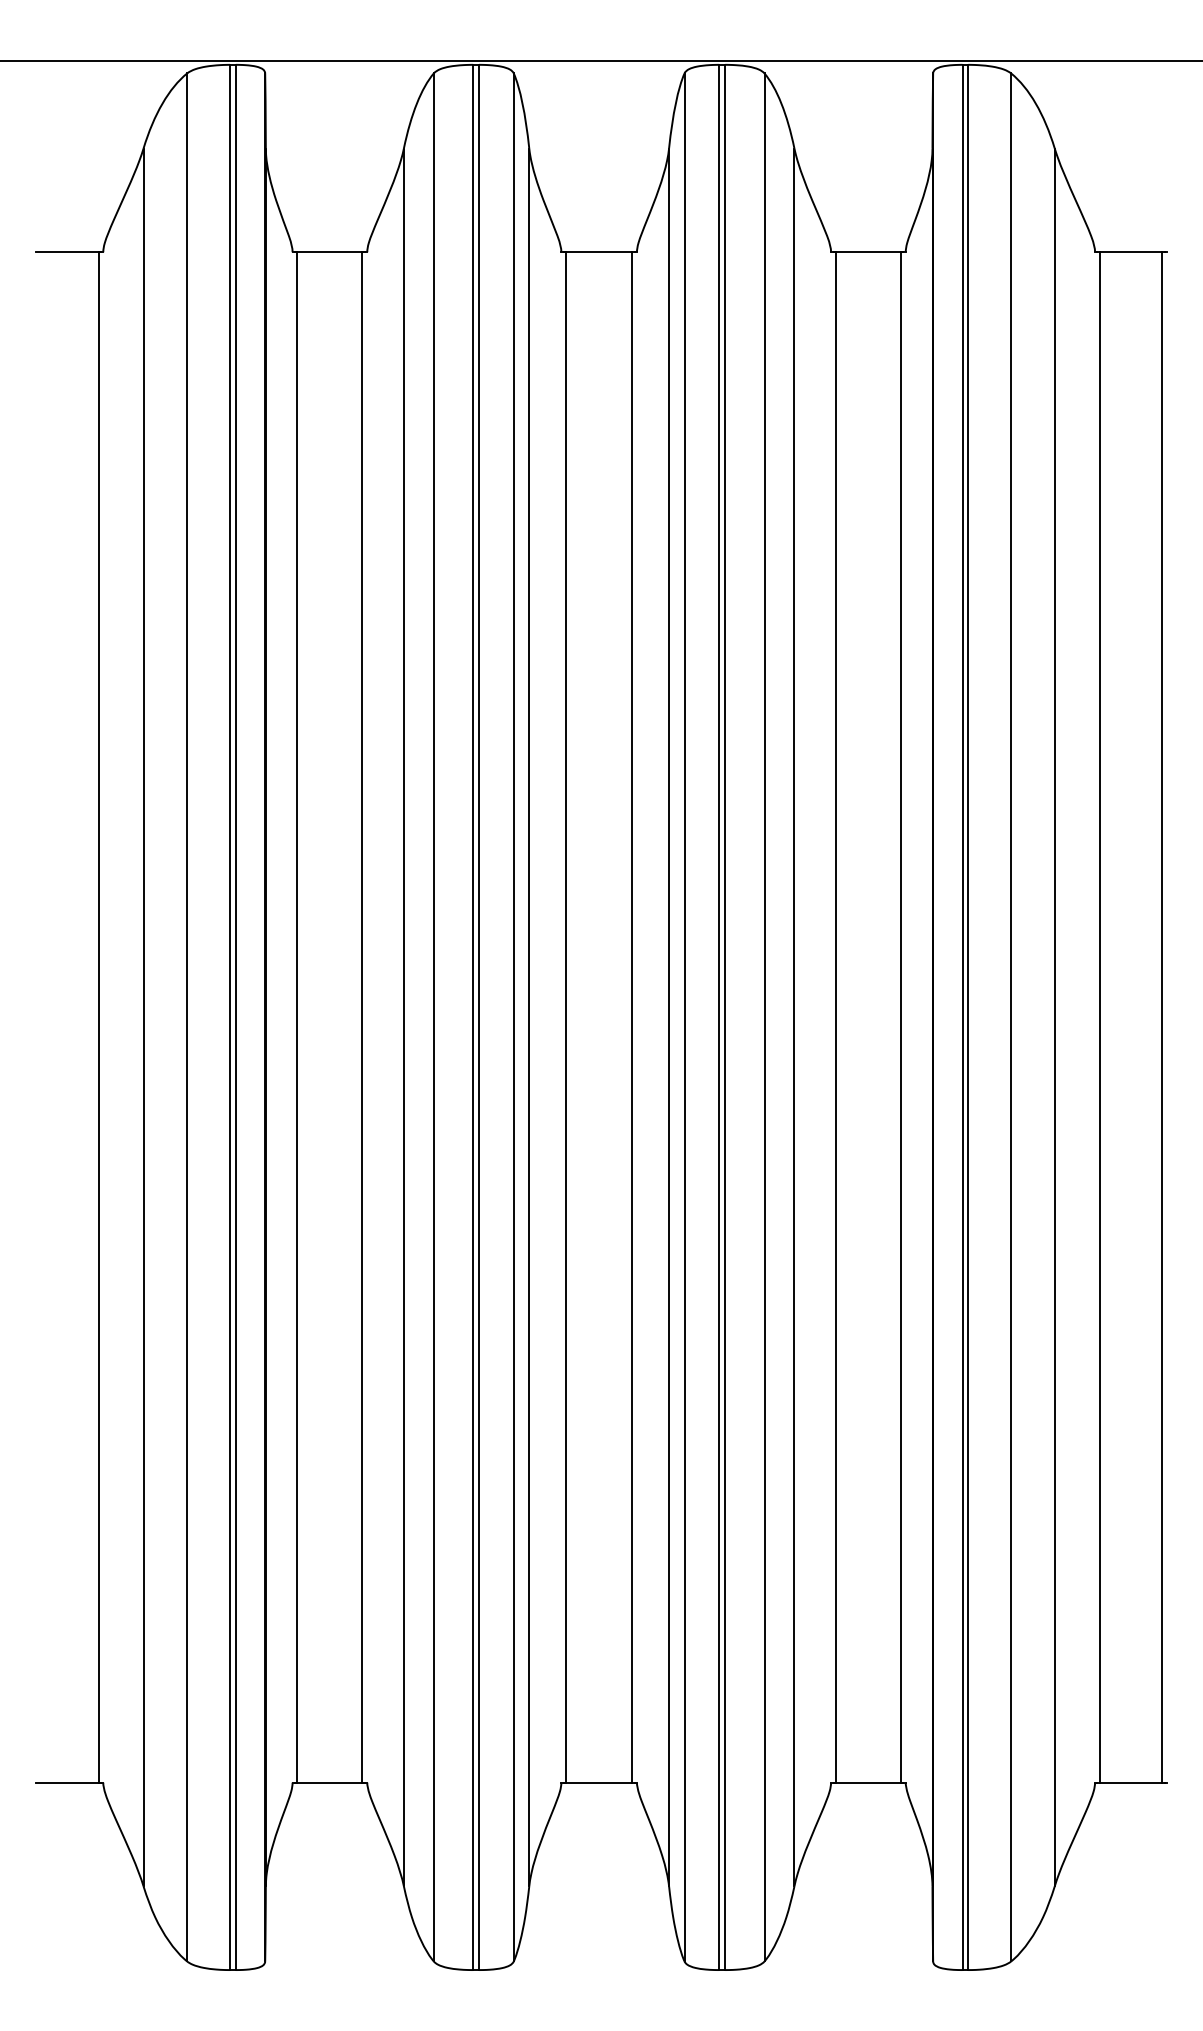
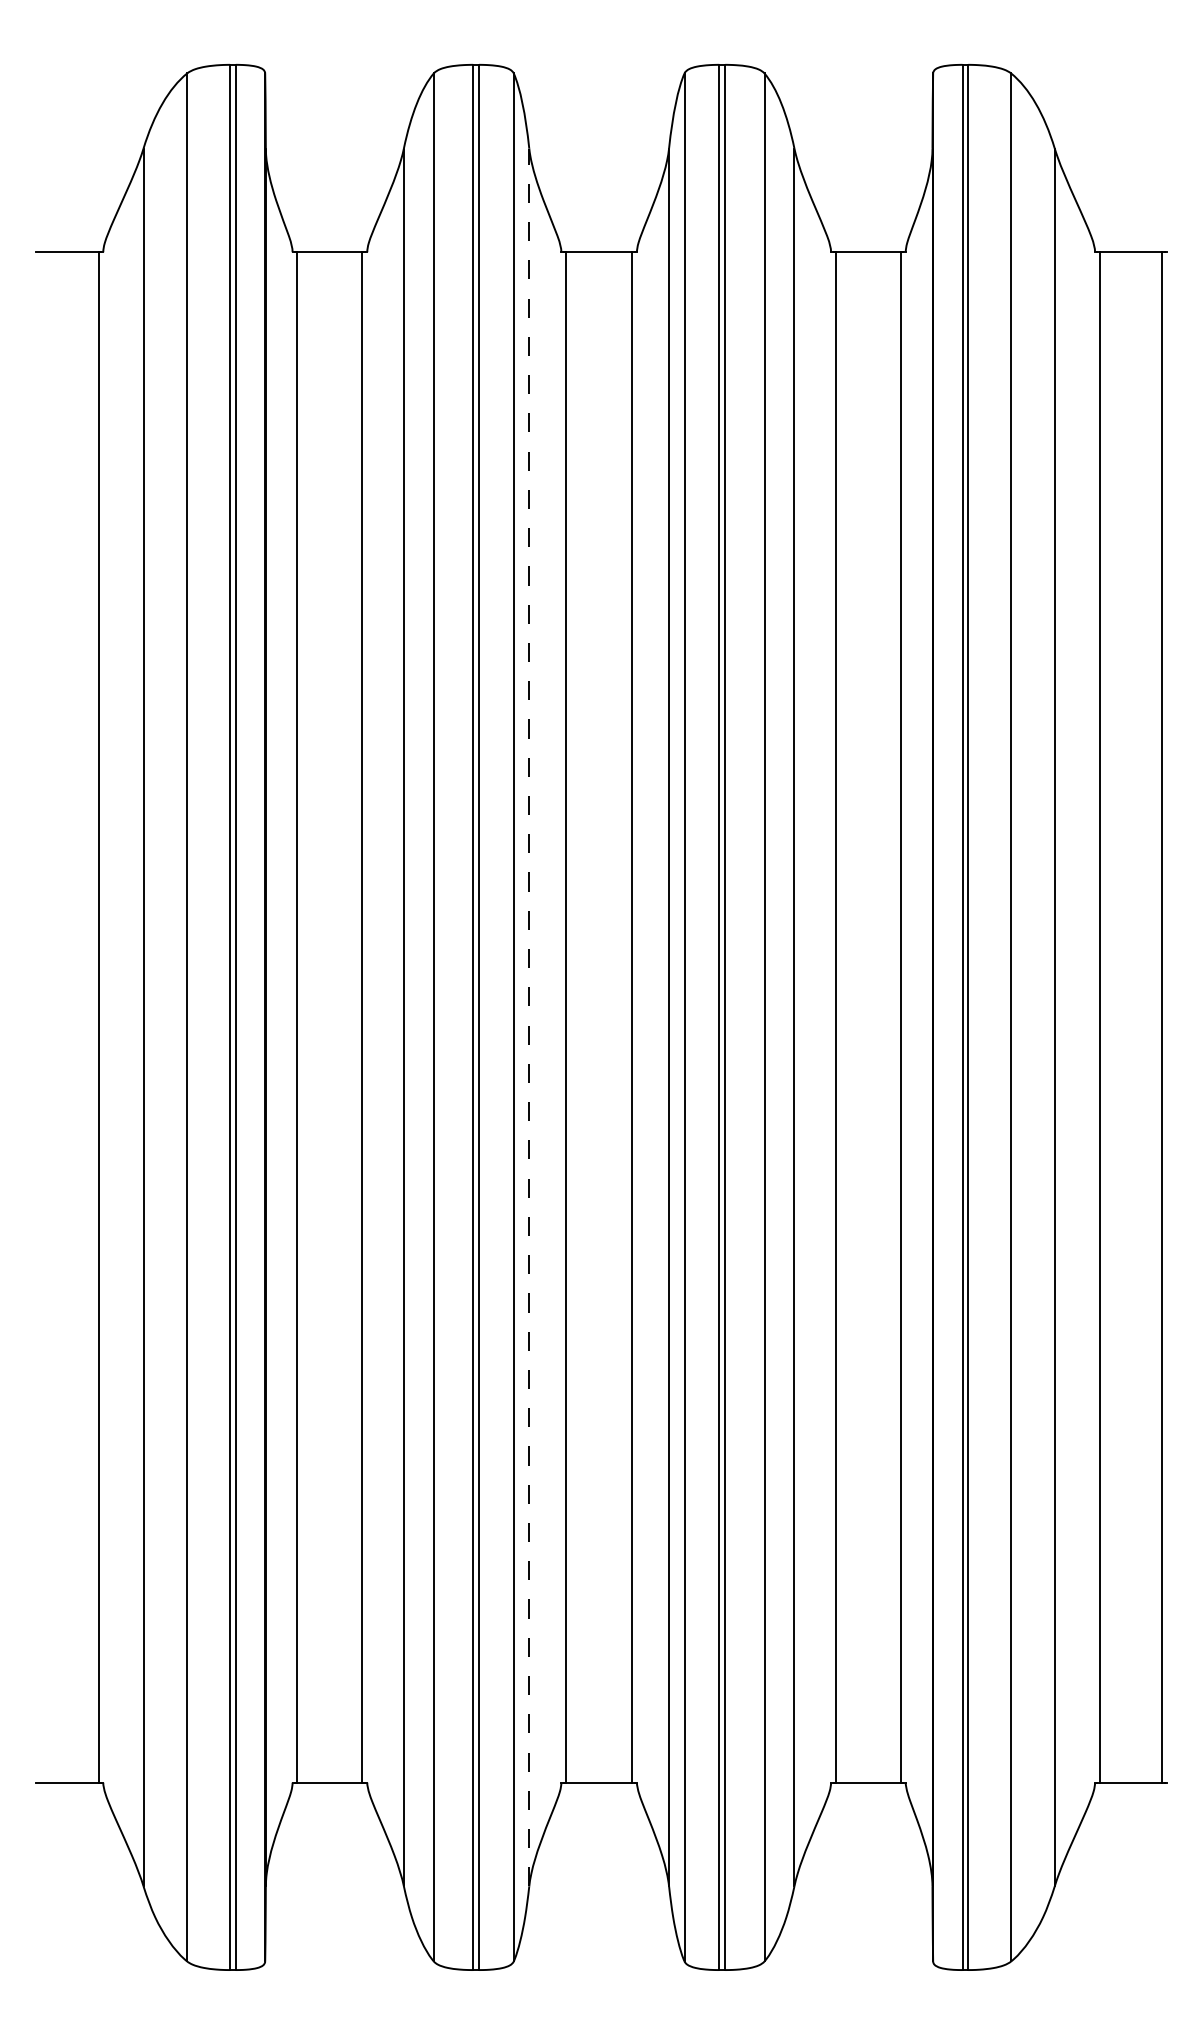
line at (600, 60): present -> none
line at (529, 1017): solid -> dashed
